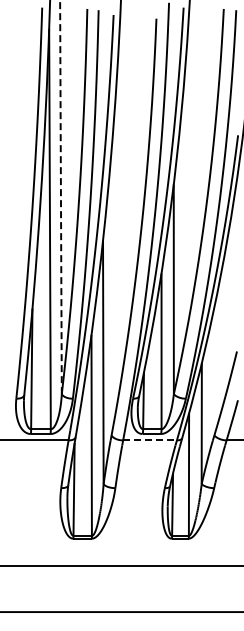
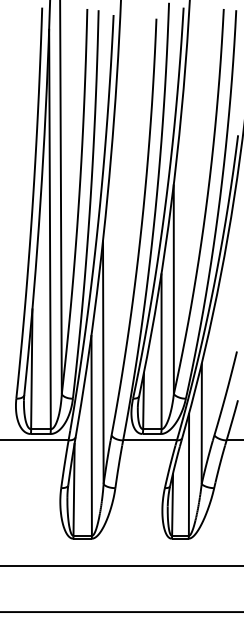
line at (60, 197): dashed -> solid
line at (150, 440): dashed -> solid
